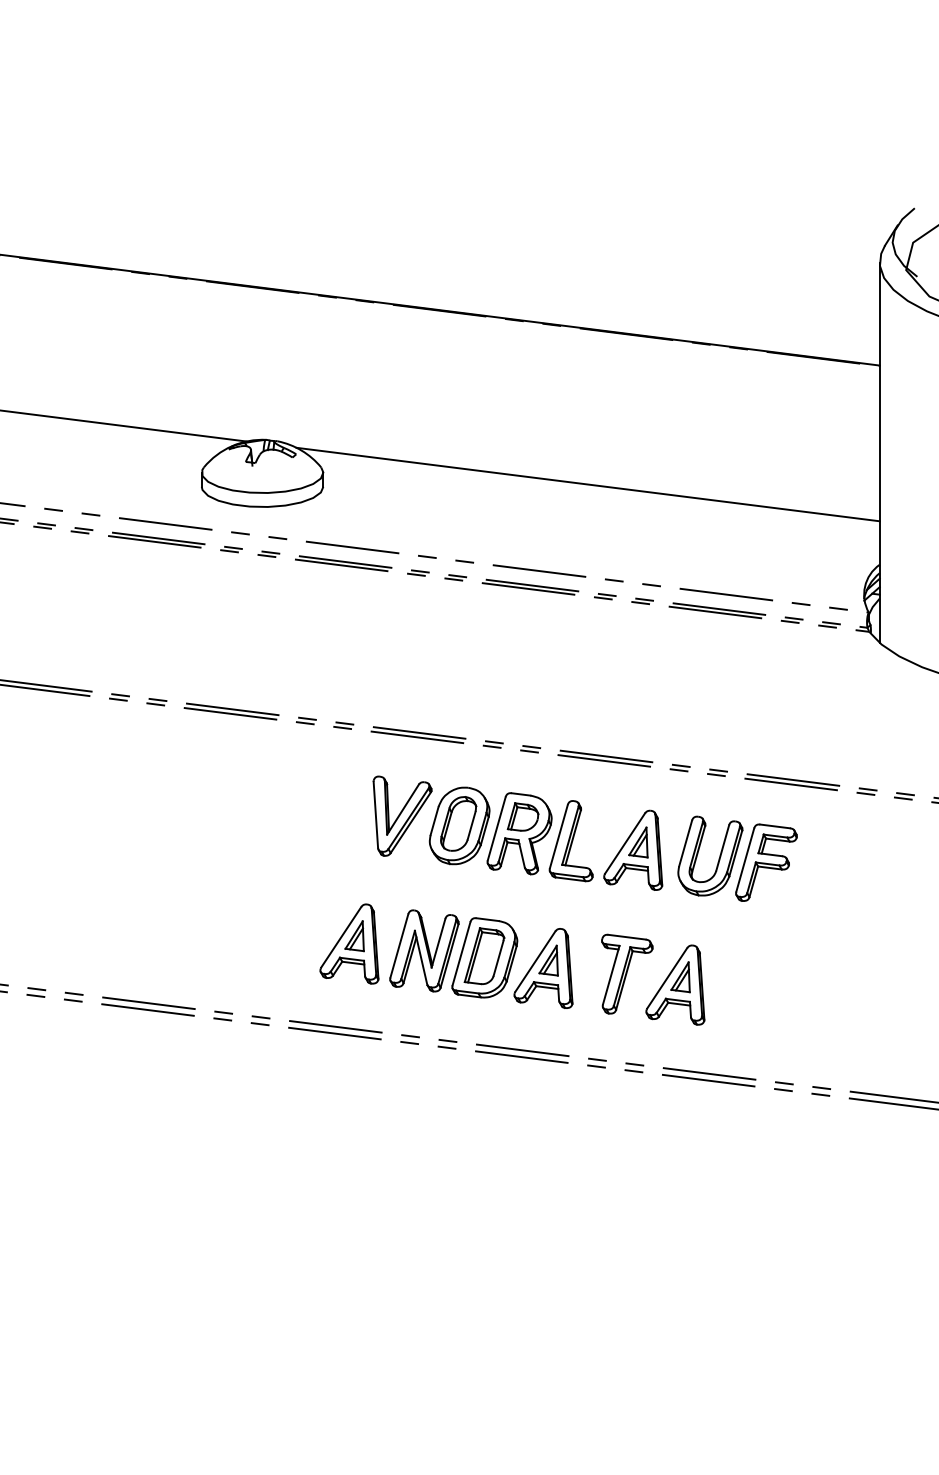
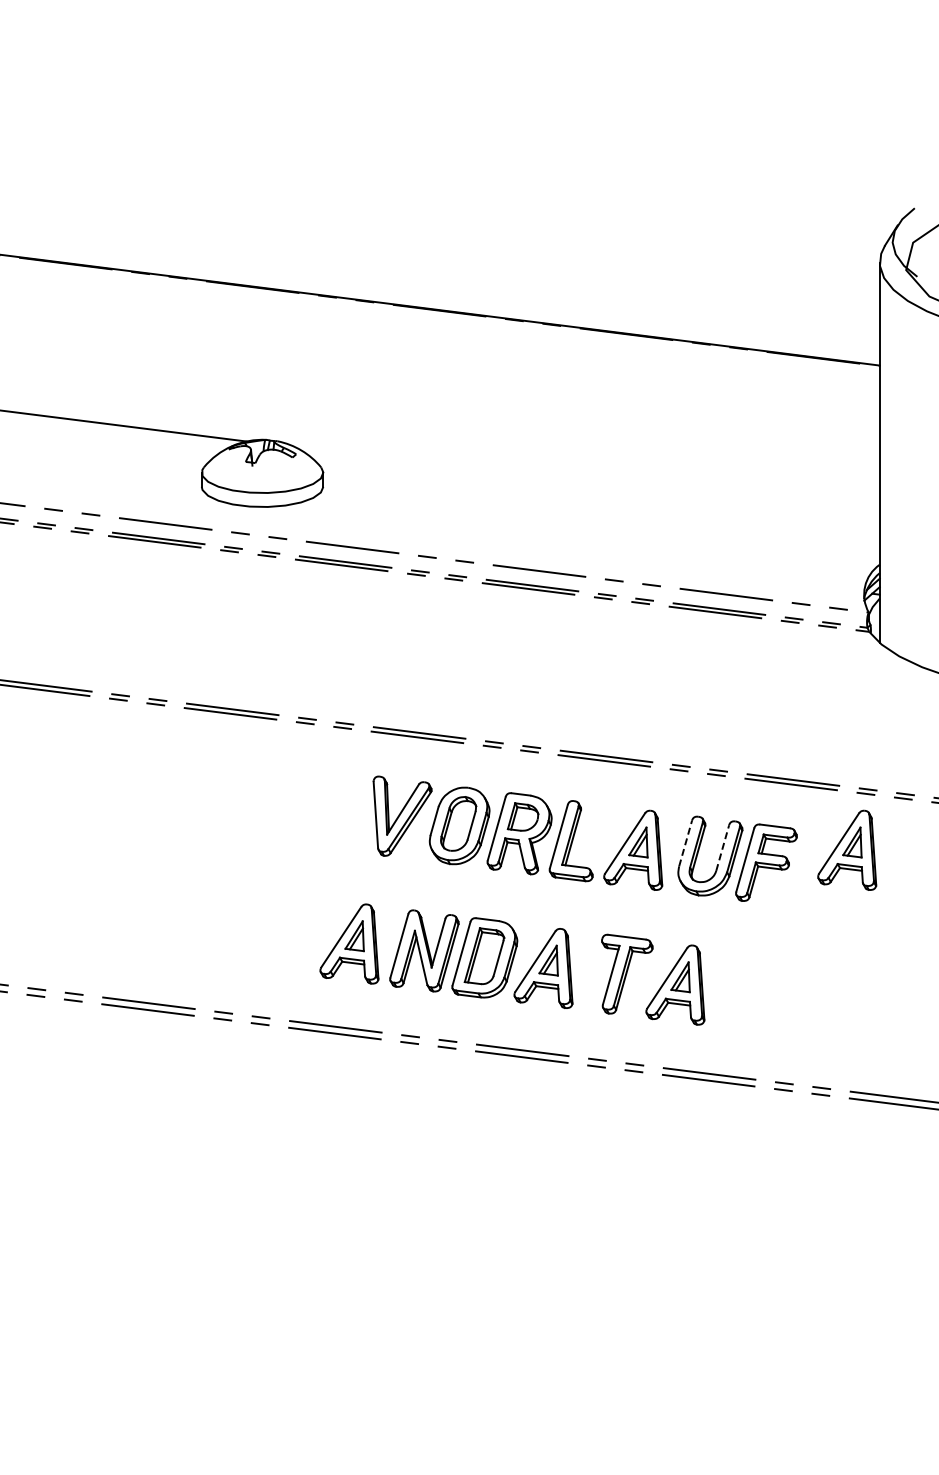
line at (587, 484): present -> none
line at (685, 843): solid -> dashed
line at (722, 848): solid -> dashed
part at (847, 849): none -> present
